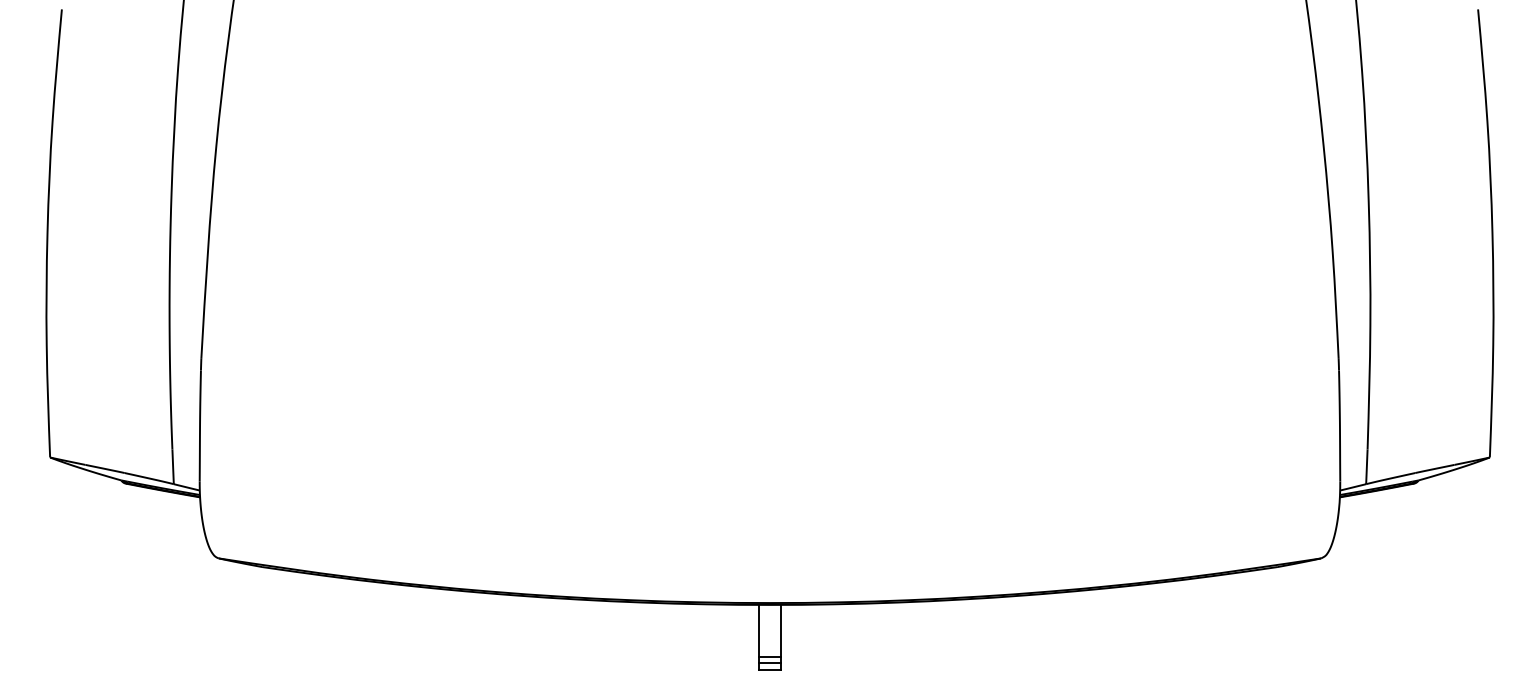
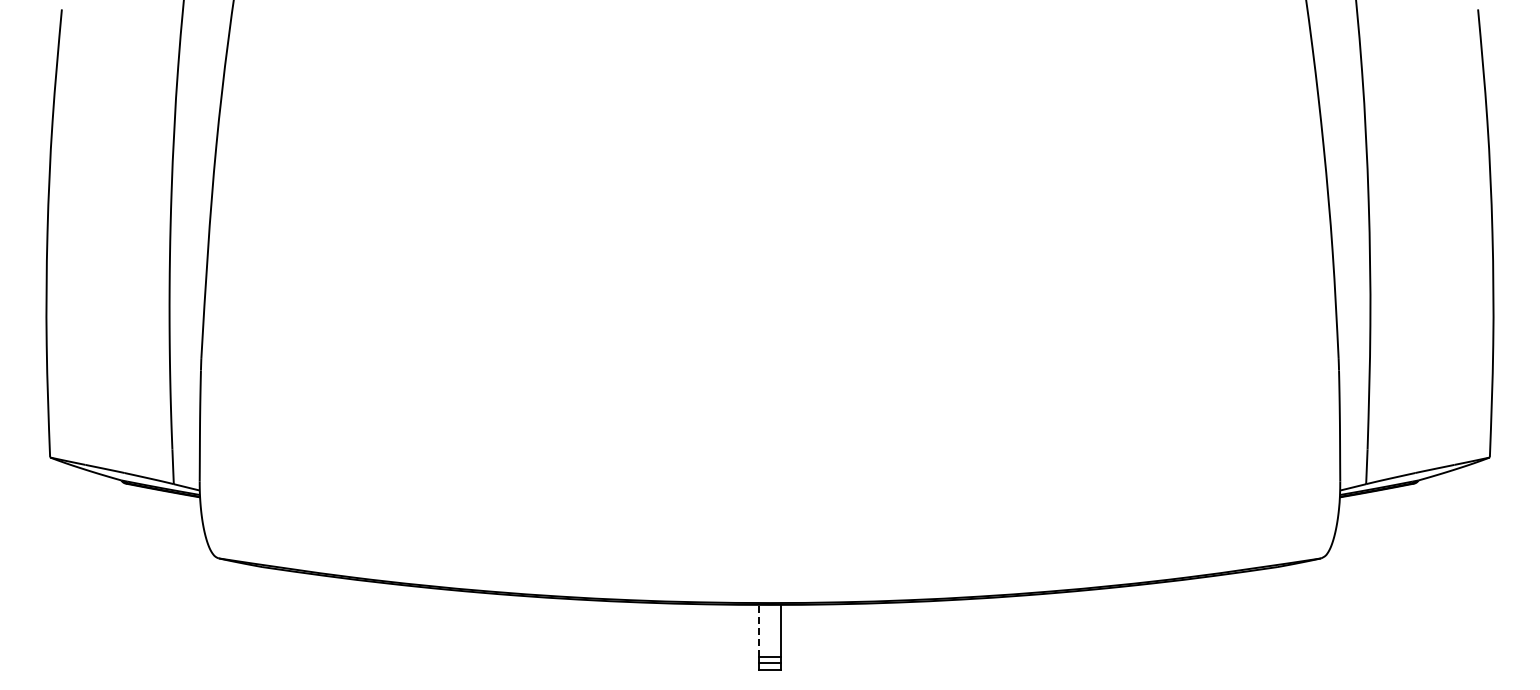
line at (759, 630): solid -> dashed
